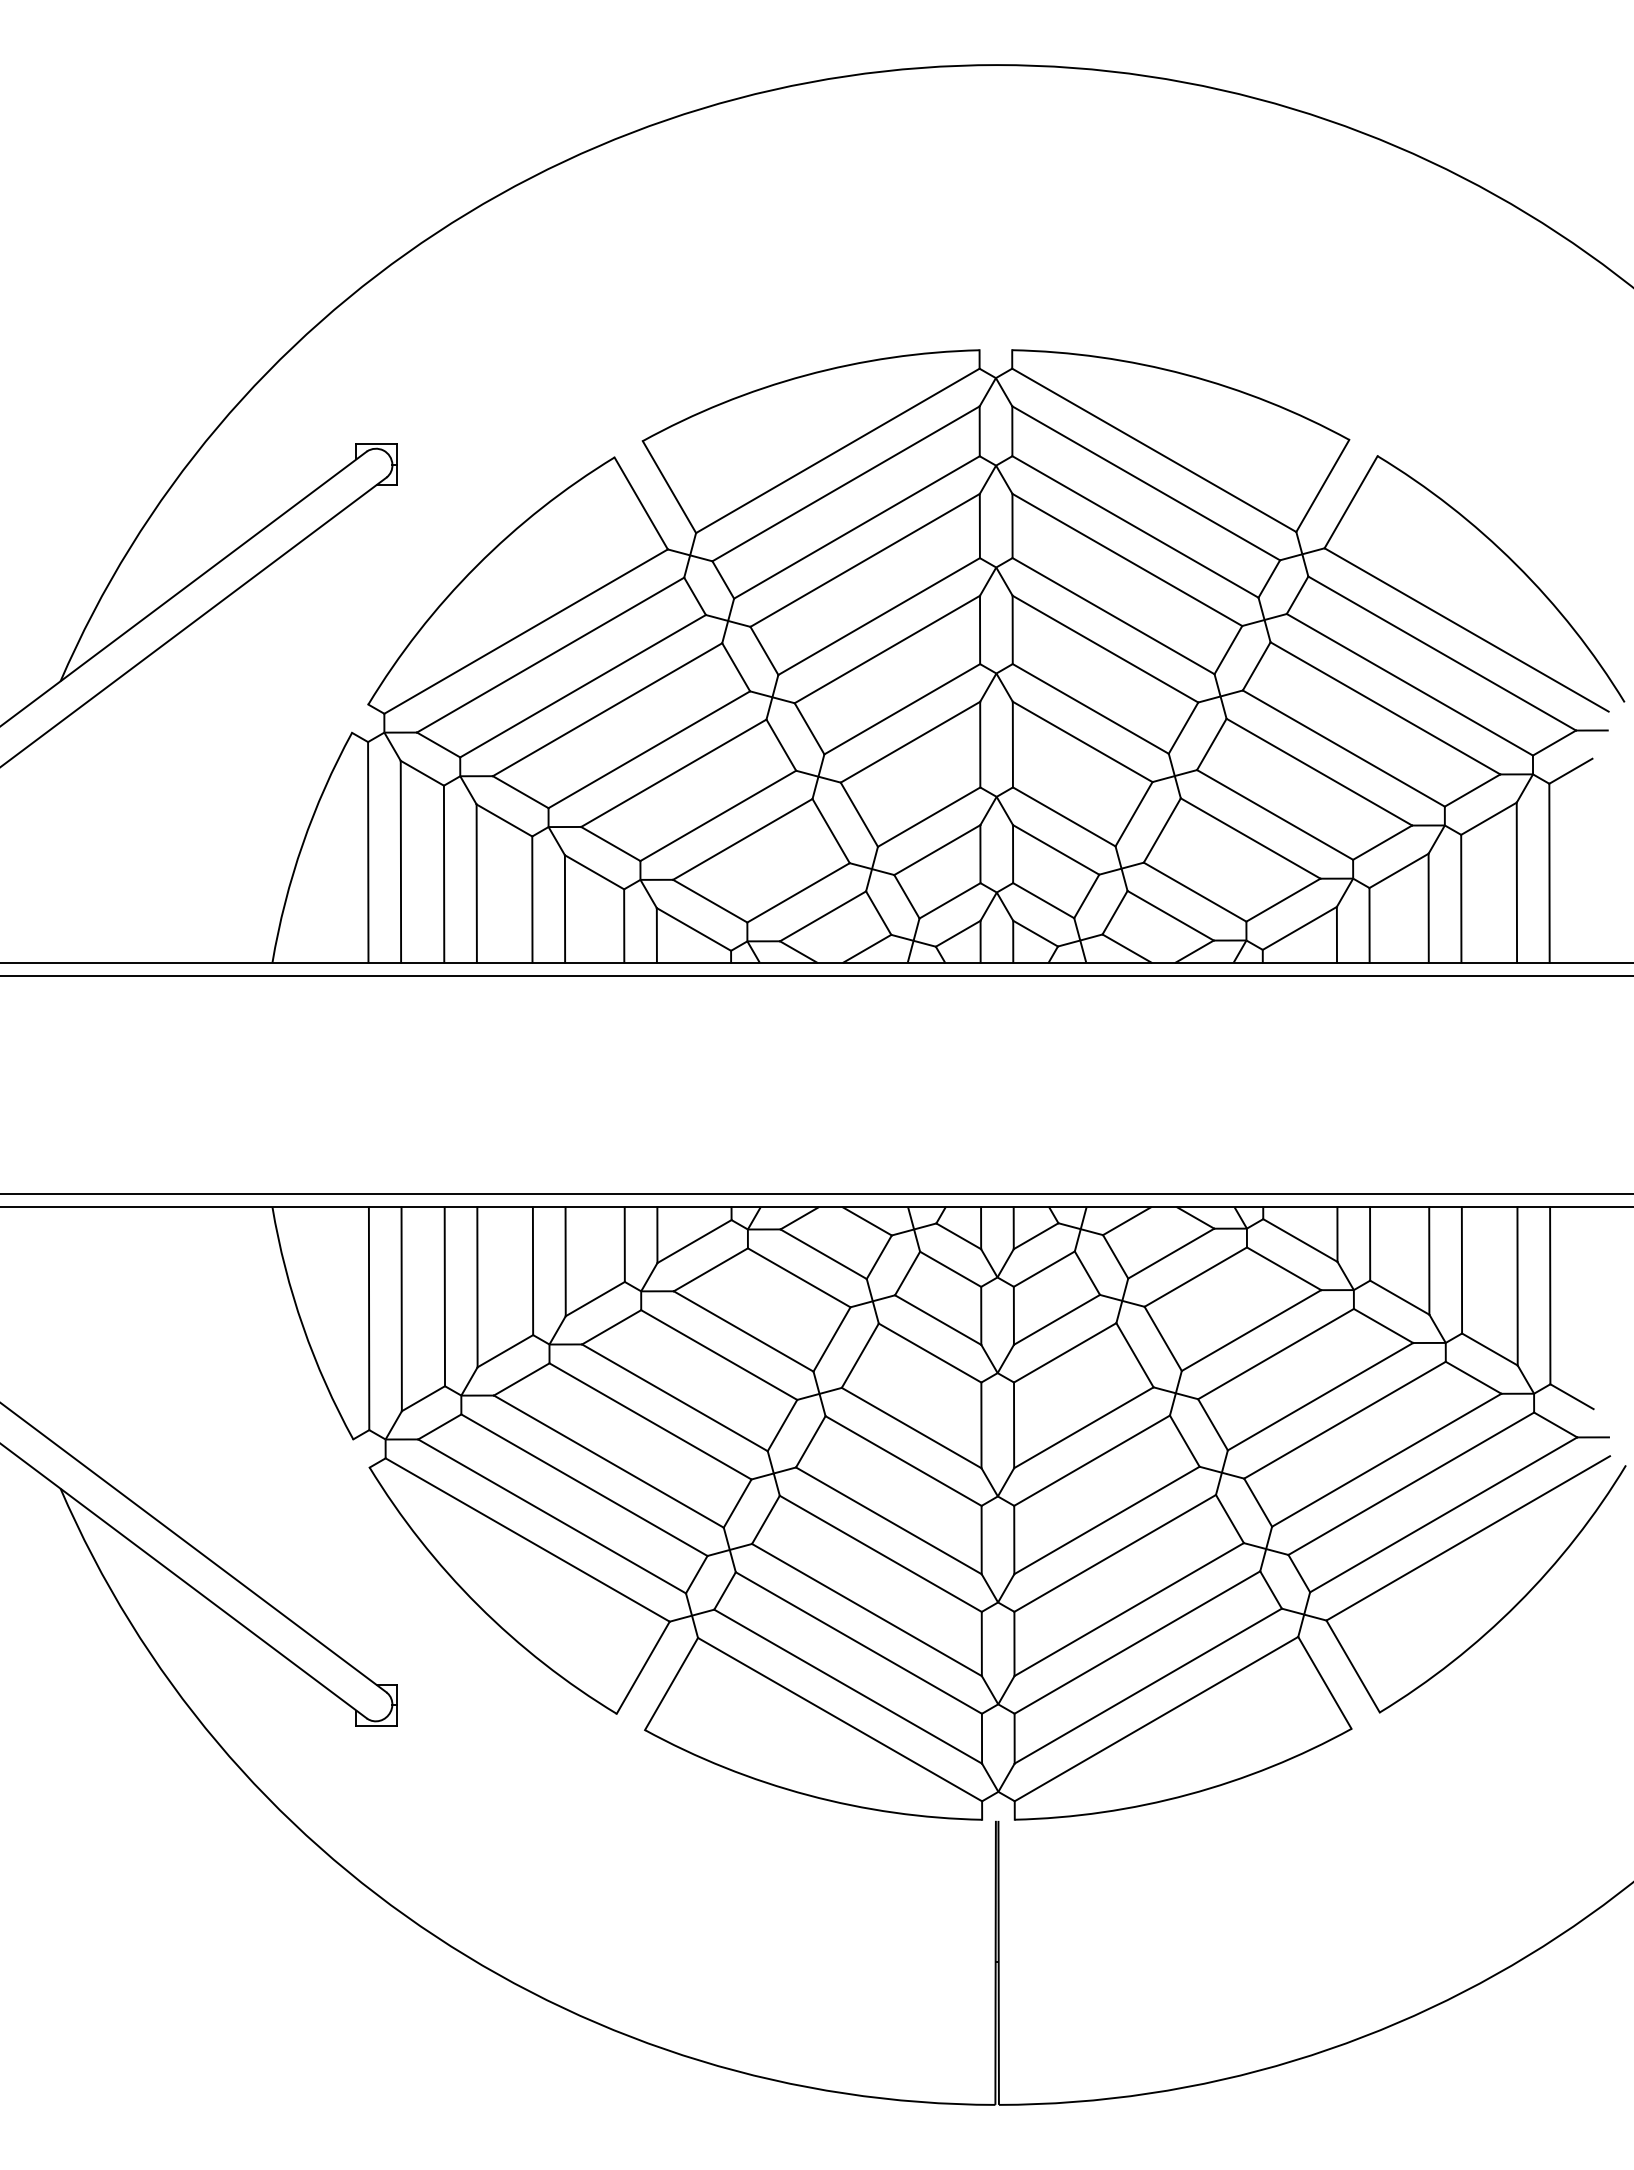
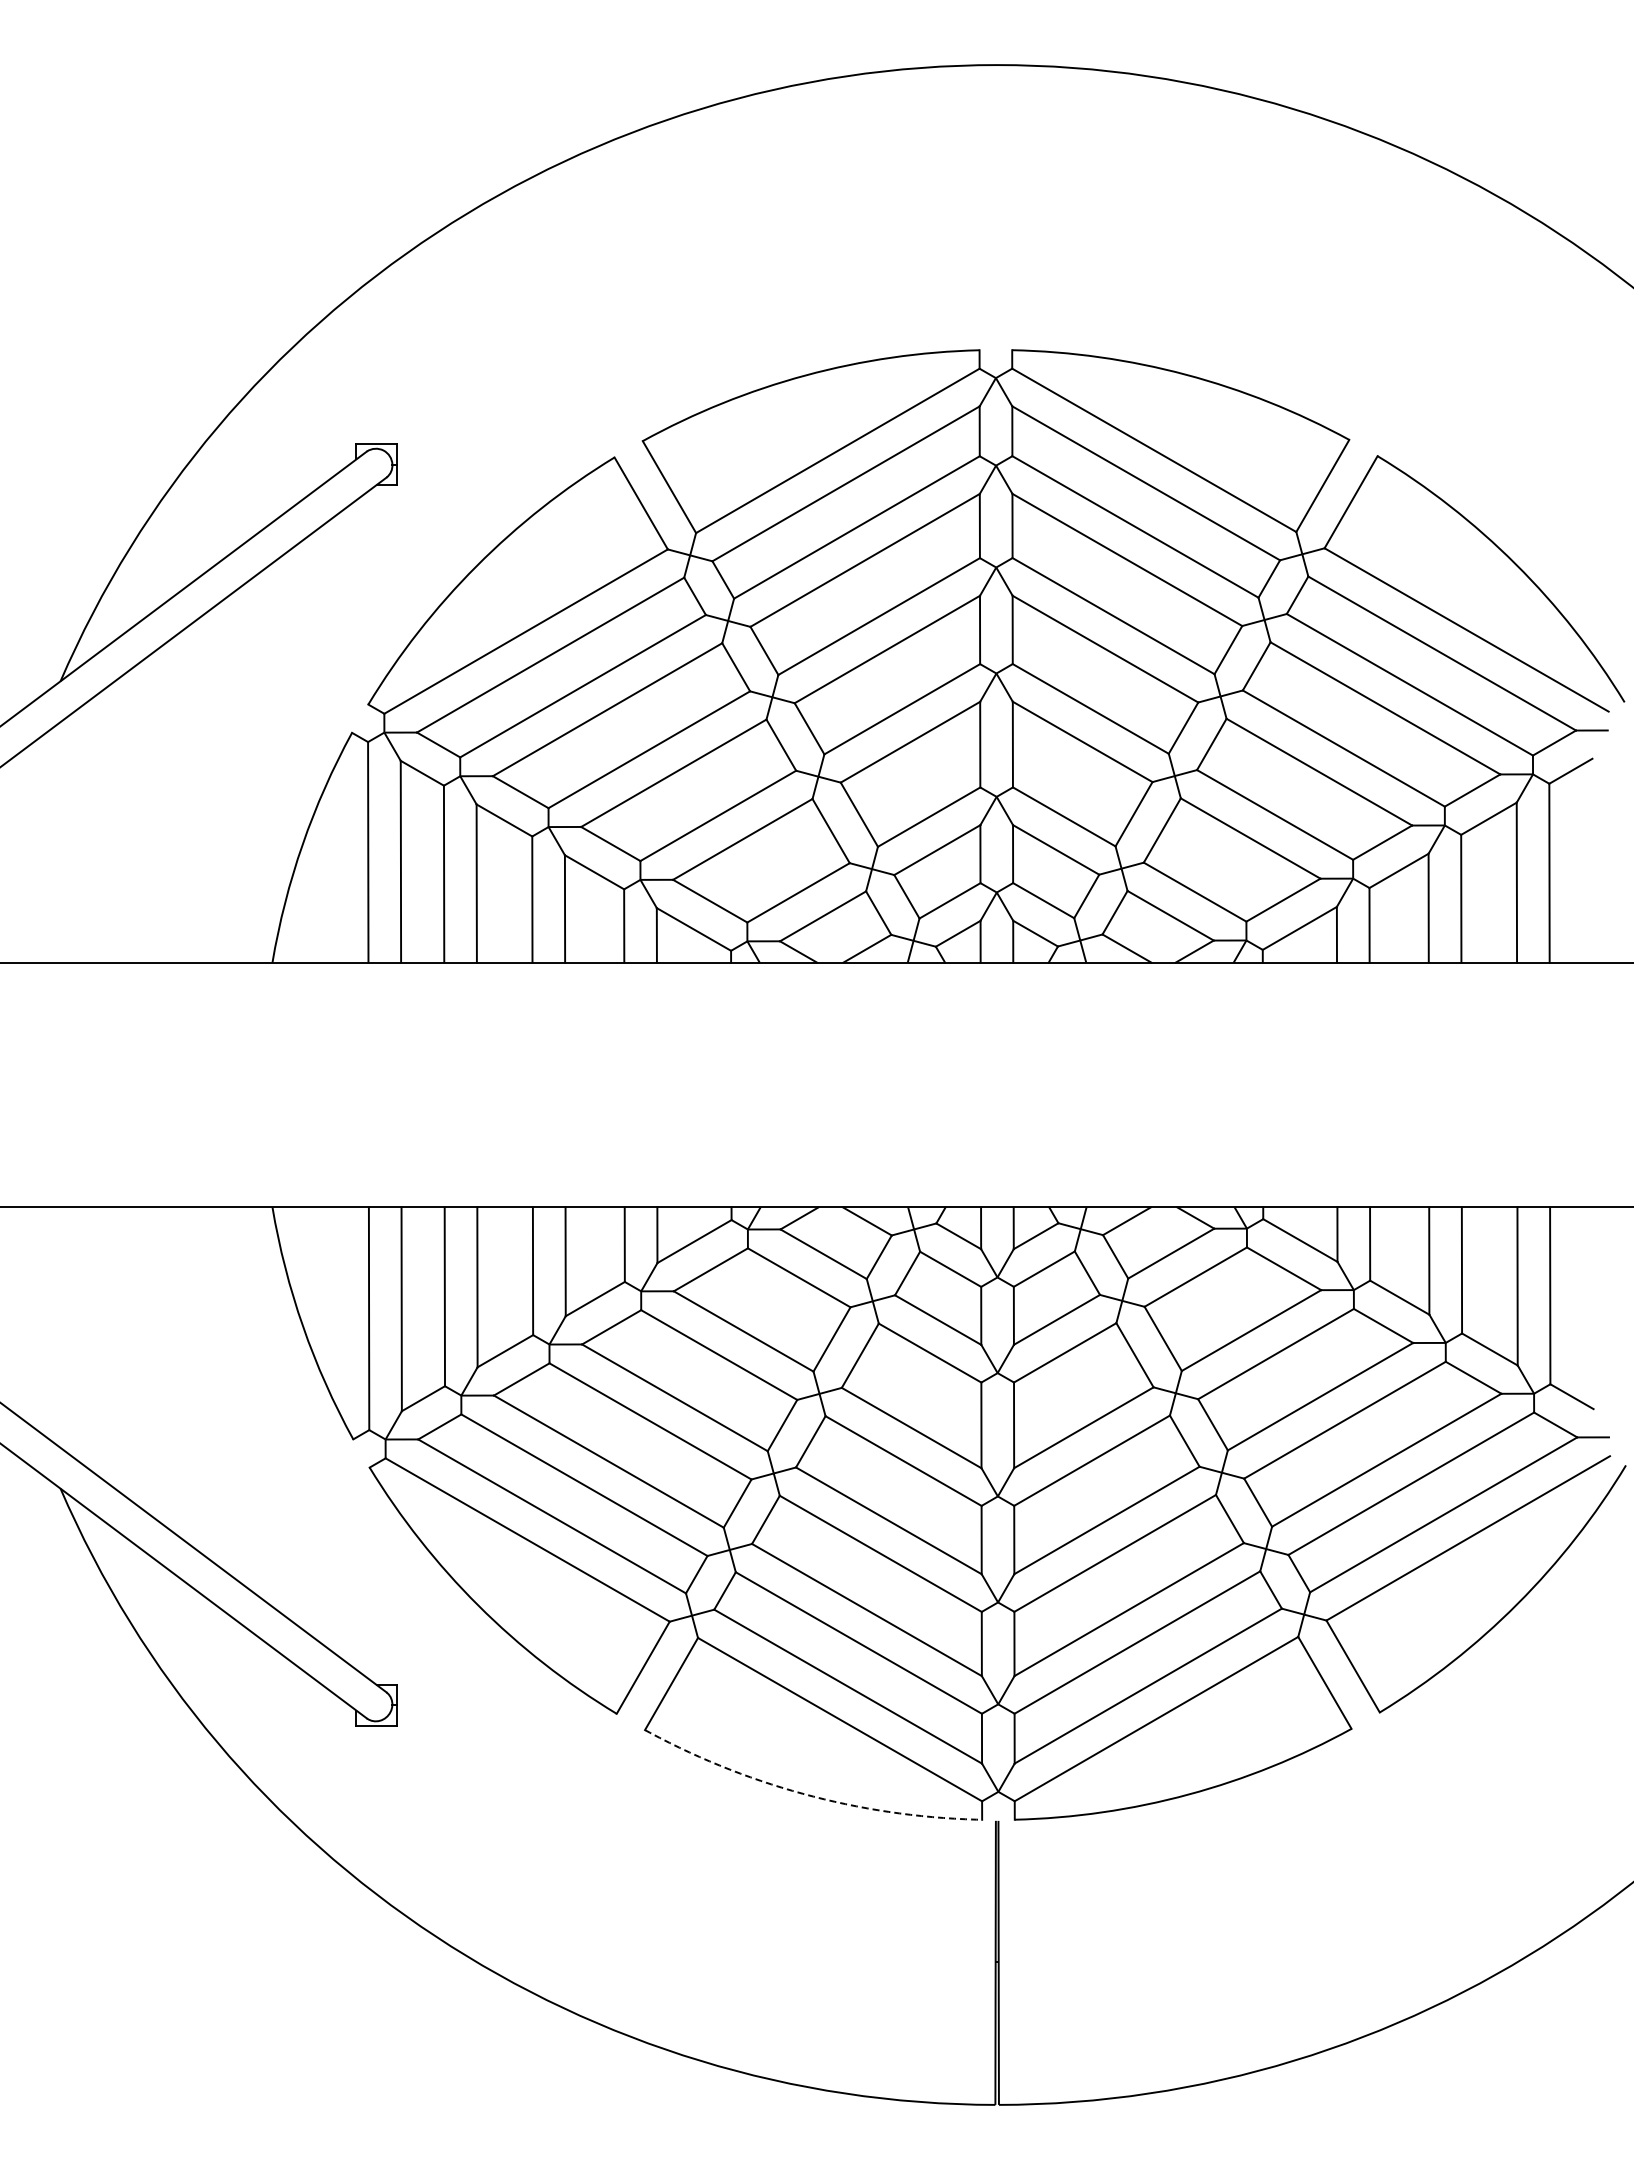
line at (816, 975): present -> none
line at (816, 1194): present -> none
arc at (808, 1795): solid -> dashed
